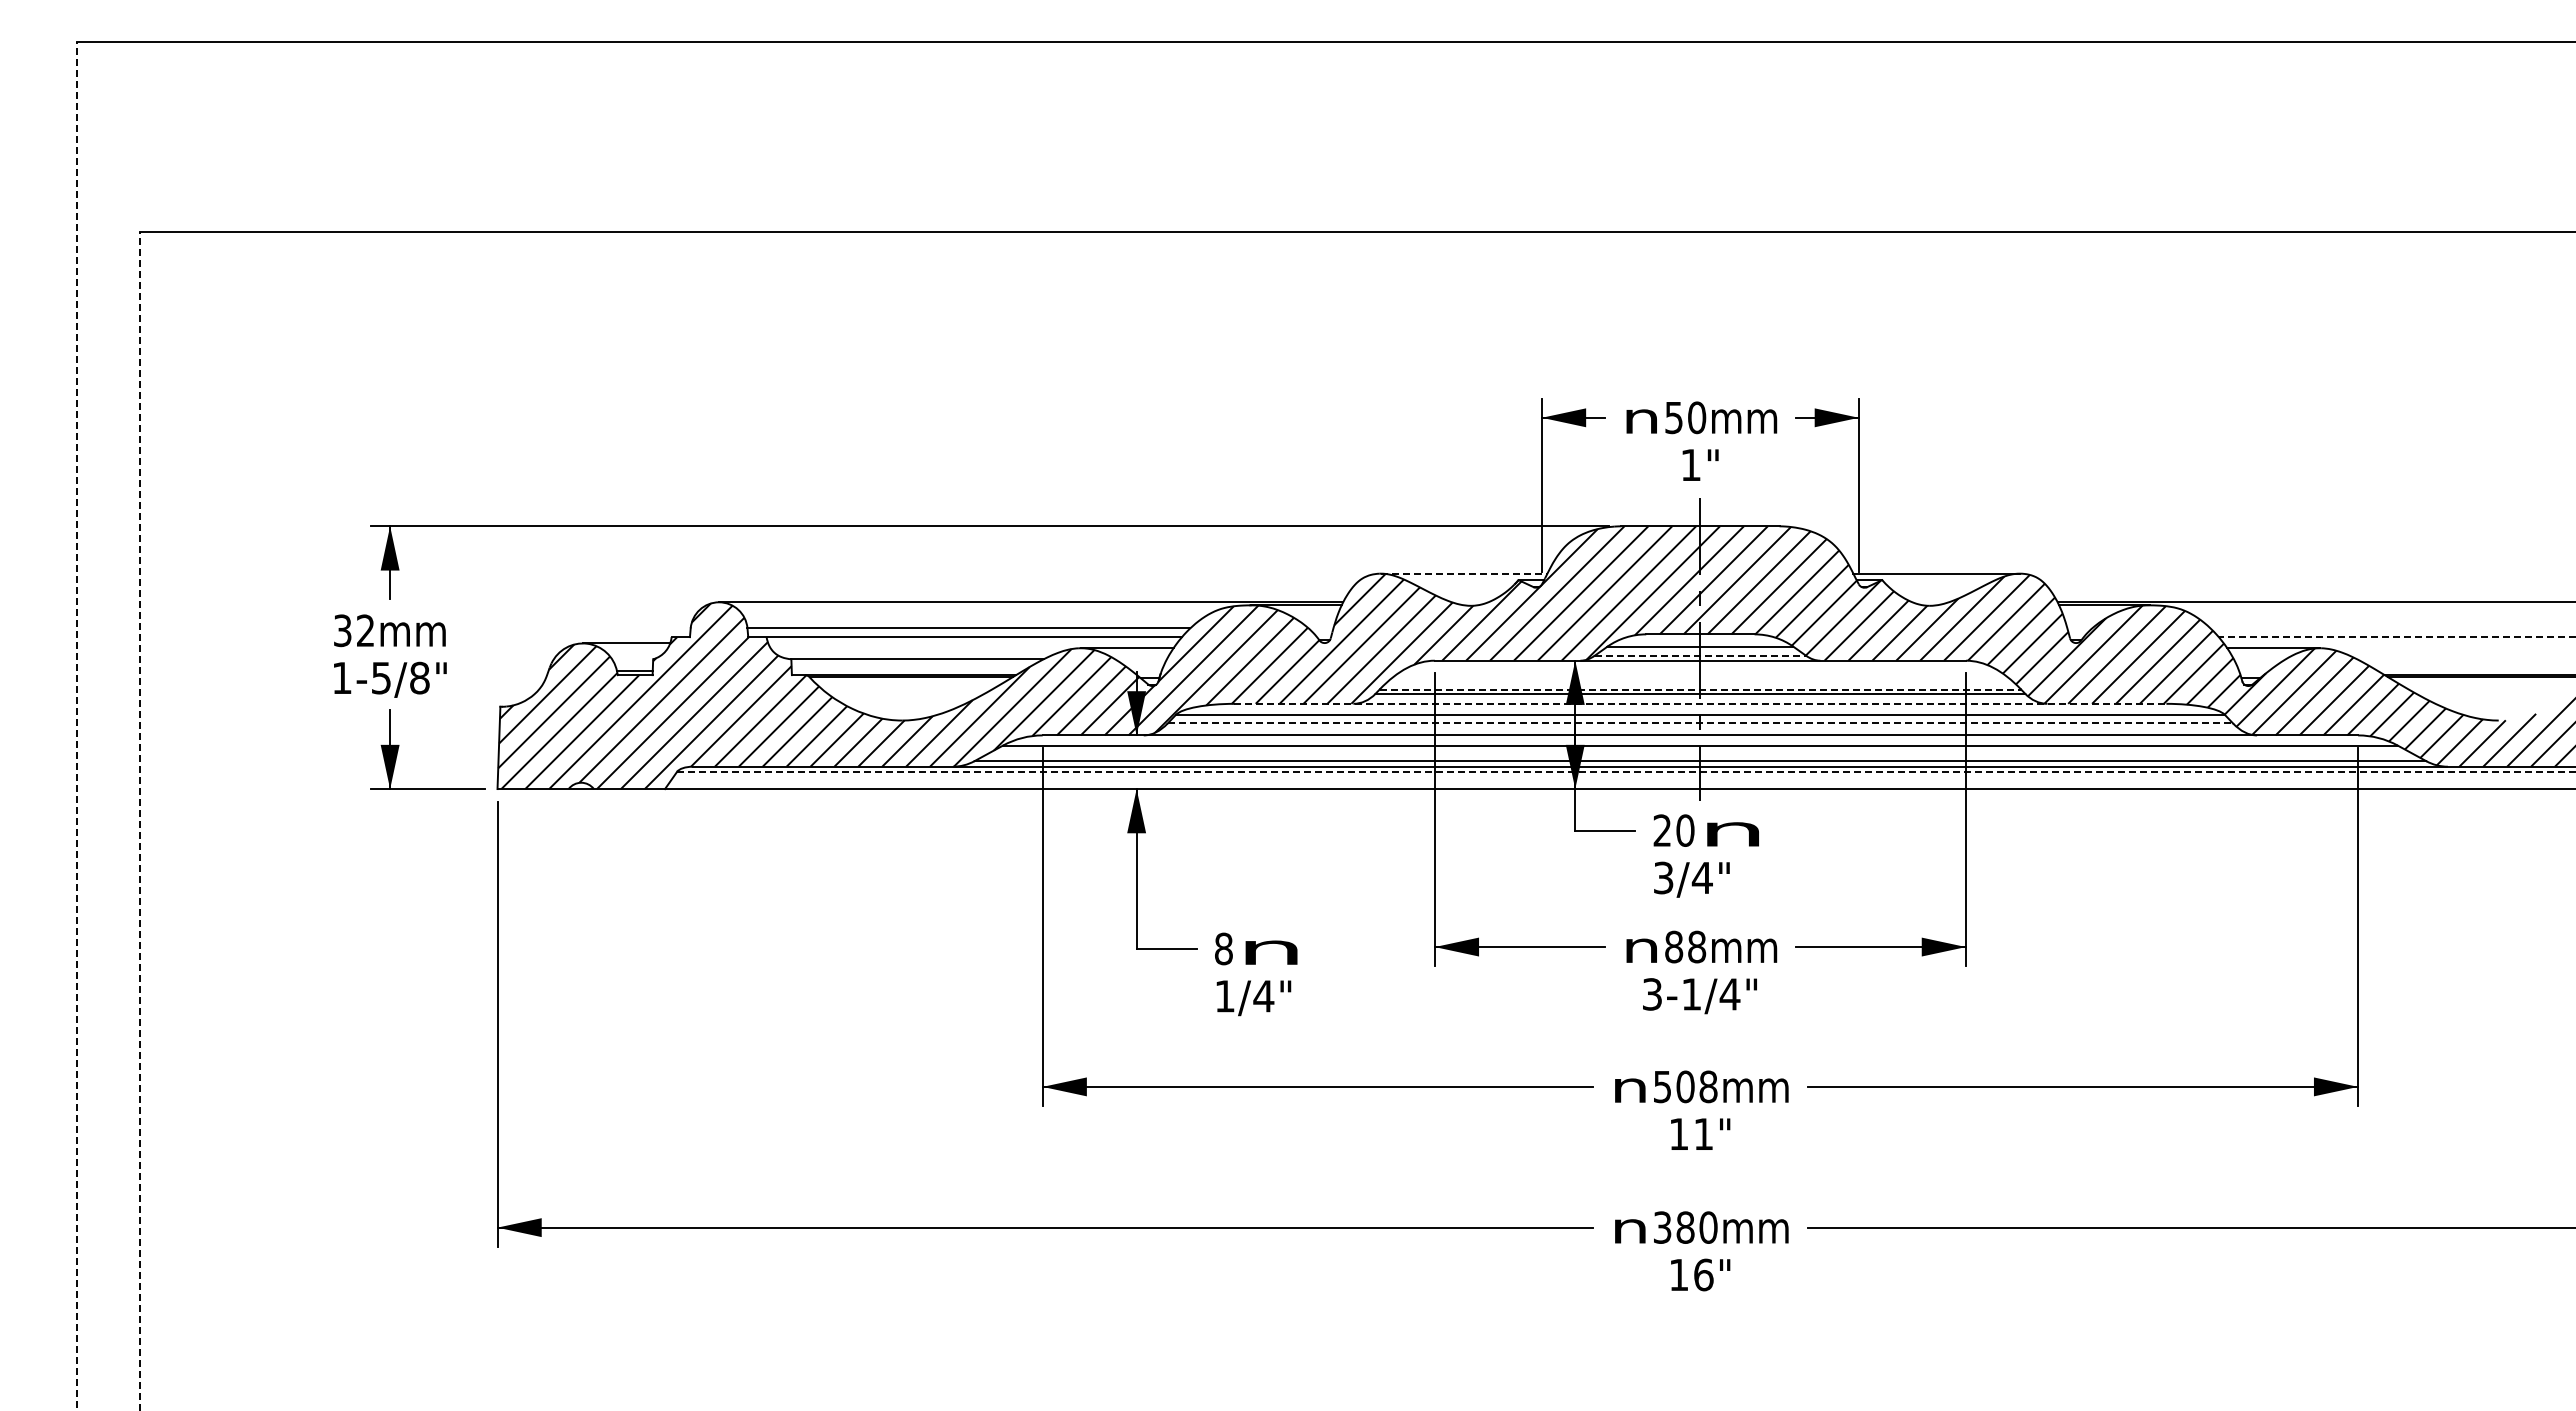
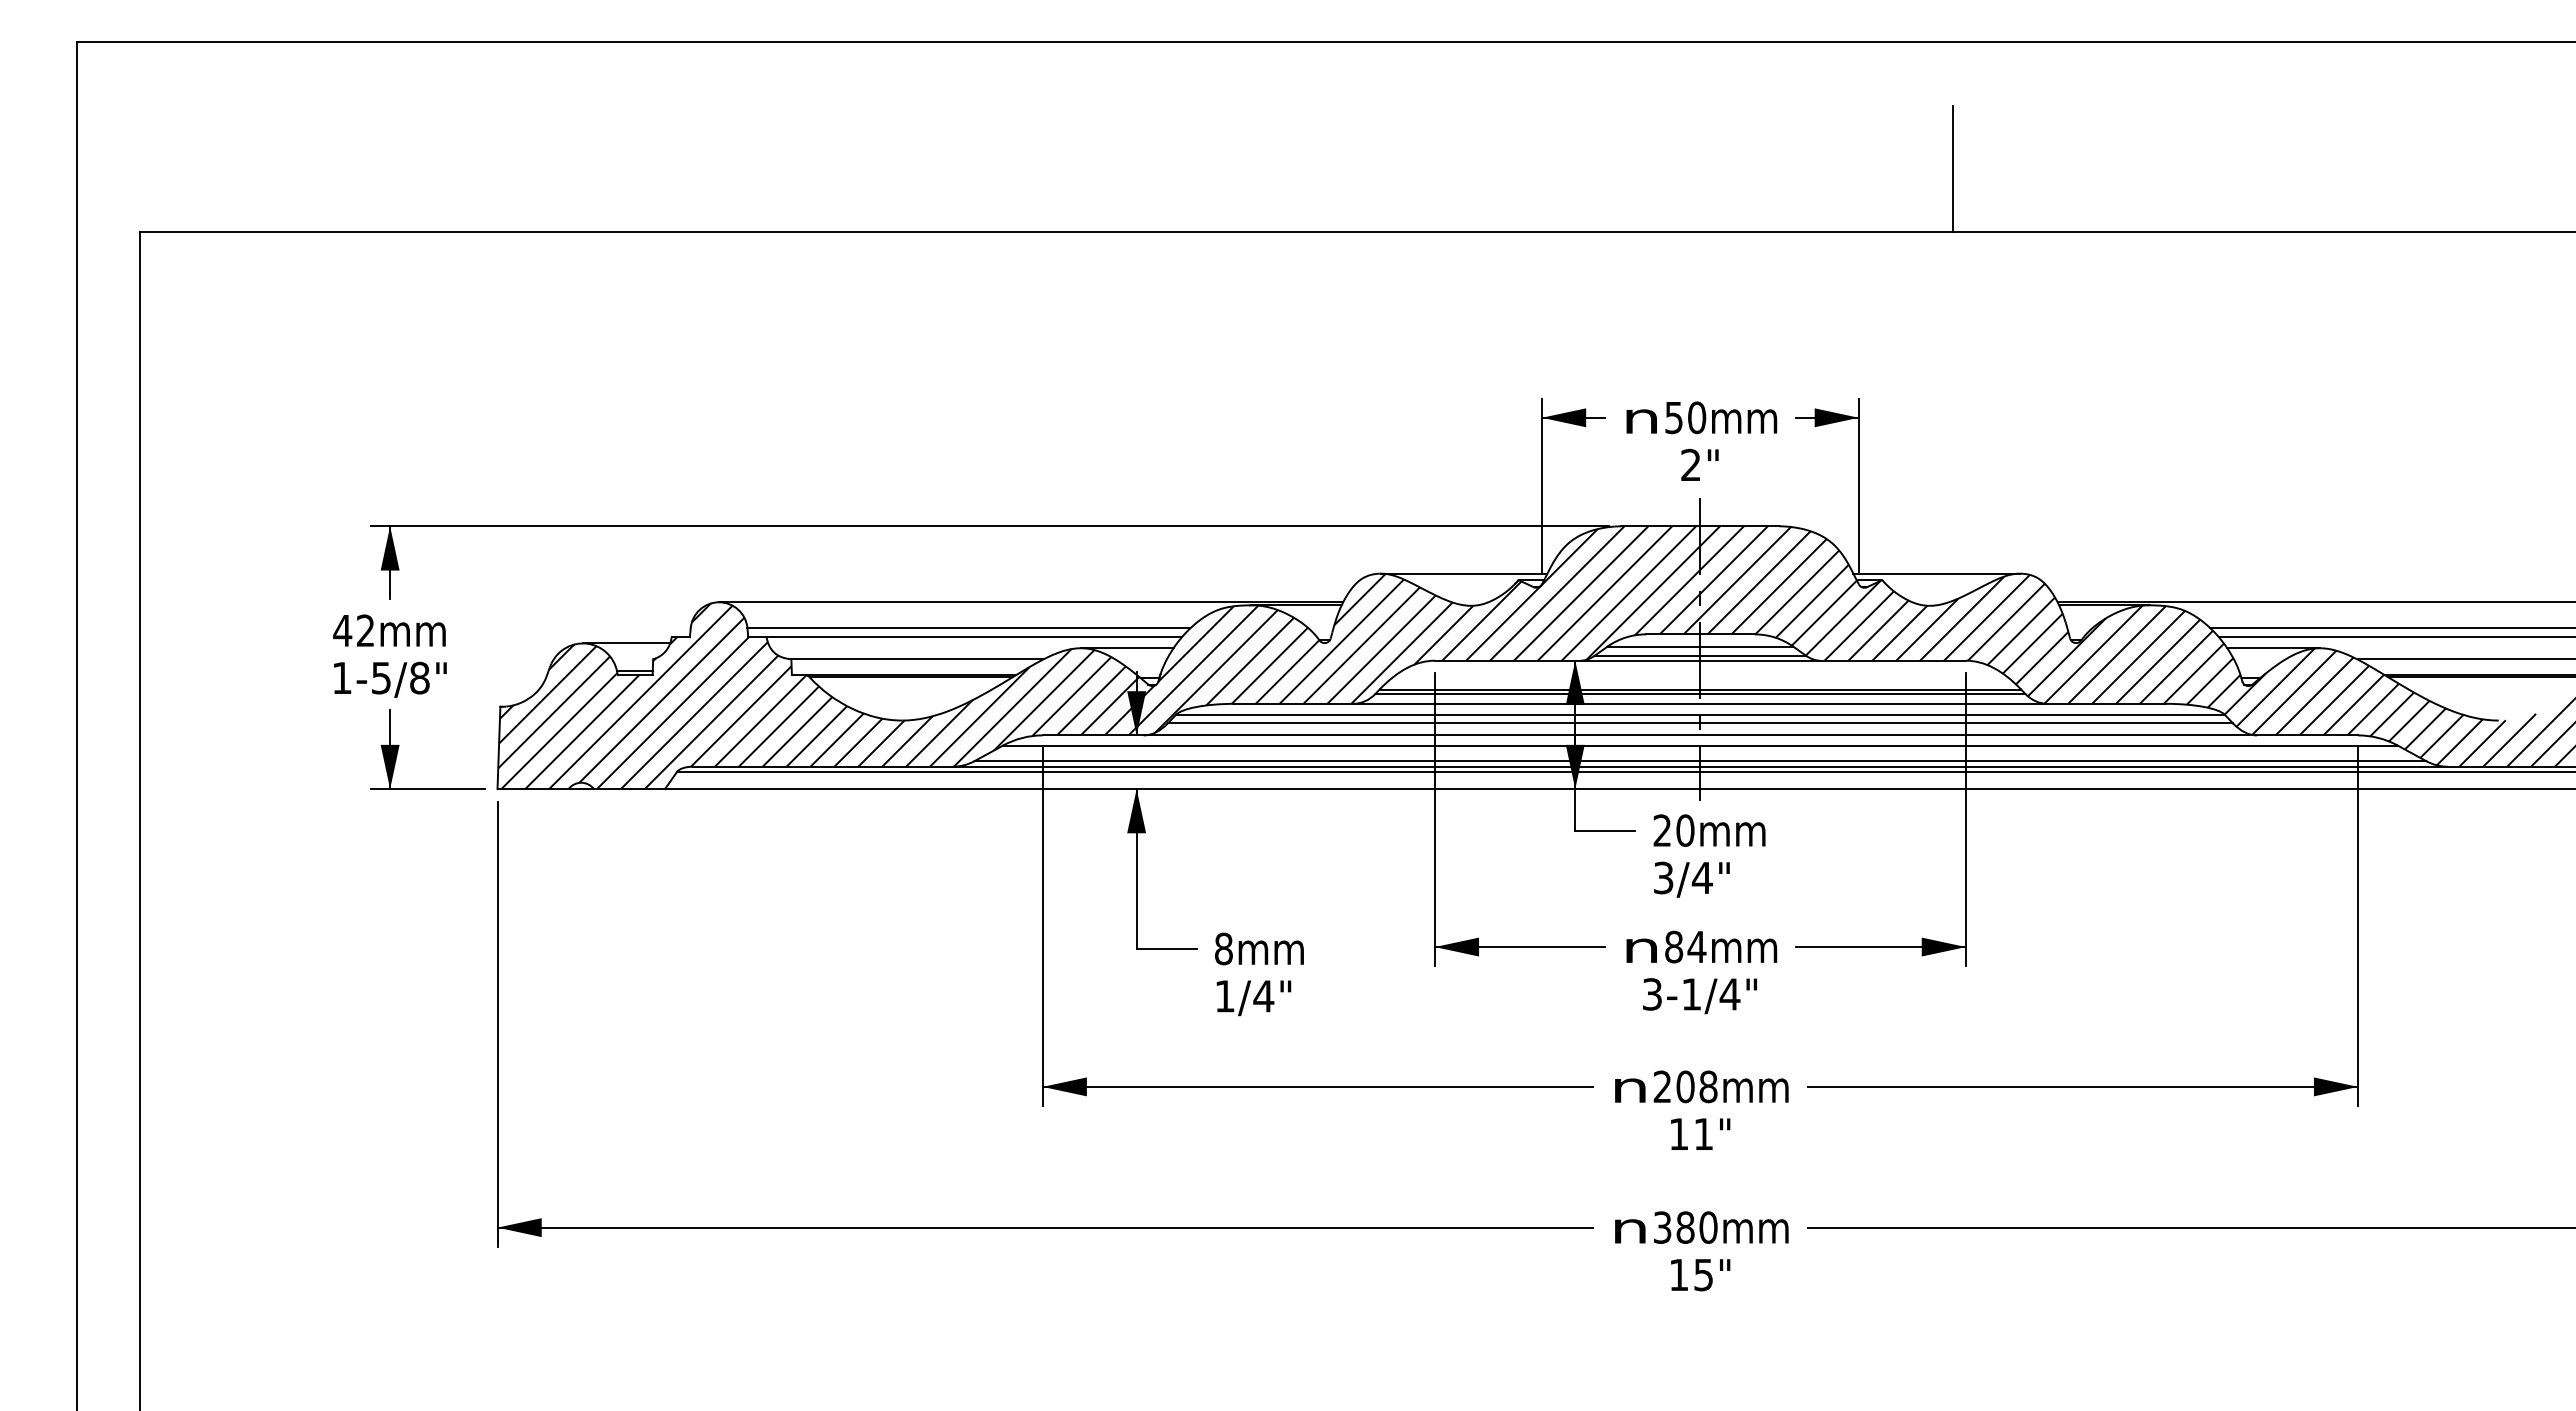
line at (1952, 168): none -> present
text at (1690, 464): 1" -> 2"
line at (1464, 573): dashed -> solid
line at (2391, 628): none -> present
text at (342, 630): 32 -> 42
line at (2396, 637): dashed -> solid
line at (1700, 655): dashed -> solid
line at (2464, 659): none -> present
line at (1700, 689): dashed -> solid
line at (1700, 703): dashed -> solid
line at (1700, 723): dashed -> solid
line at (77, 726): dashed -> solid
line at (1626, 771): dashed -> solid
line at (140, 820): dashed -> solid
text at (1732, 834): n -> mm
text at (1696, 946): 88 -> 84
text at (1270, 952): n -> mm
text at (1661, 1086): 508 -> 208
text at (1703, 1274): 16" -> 15"
